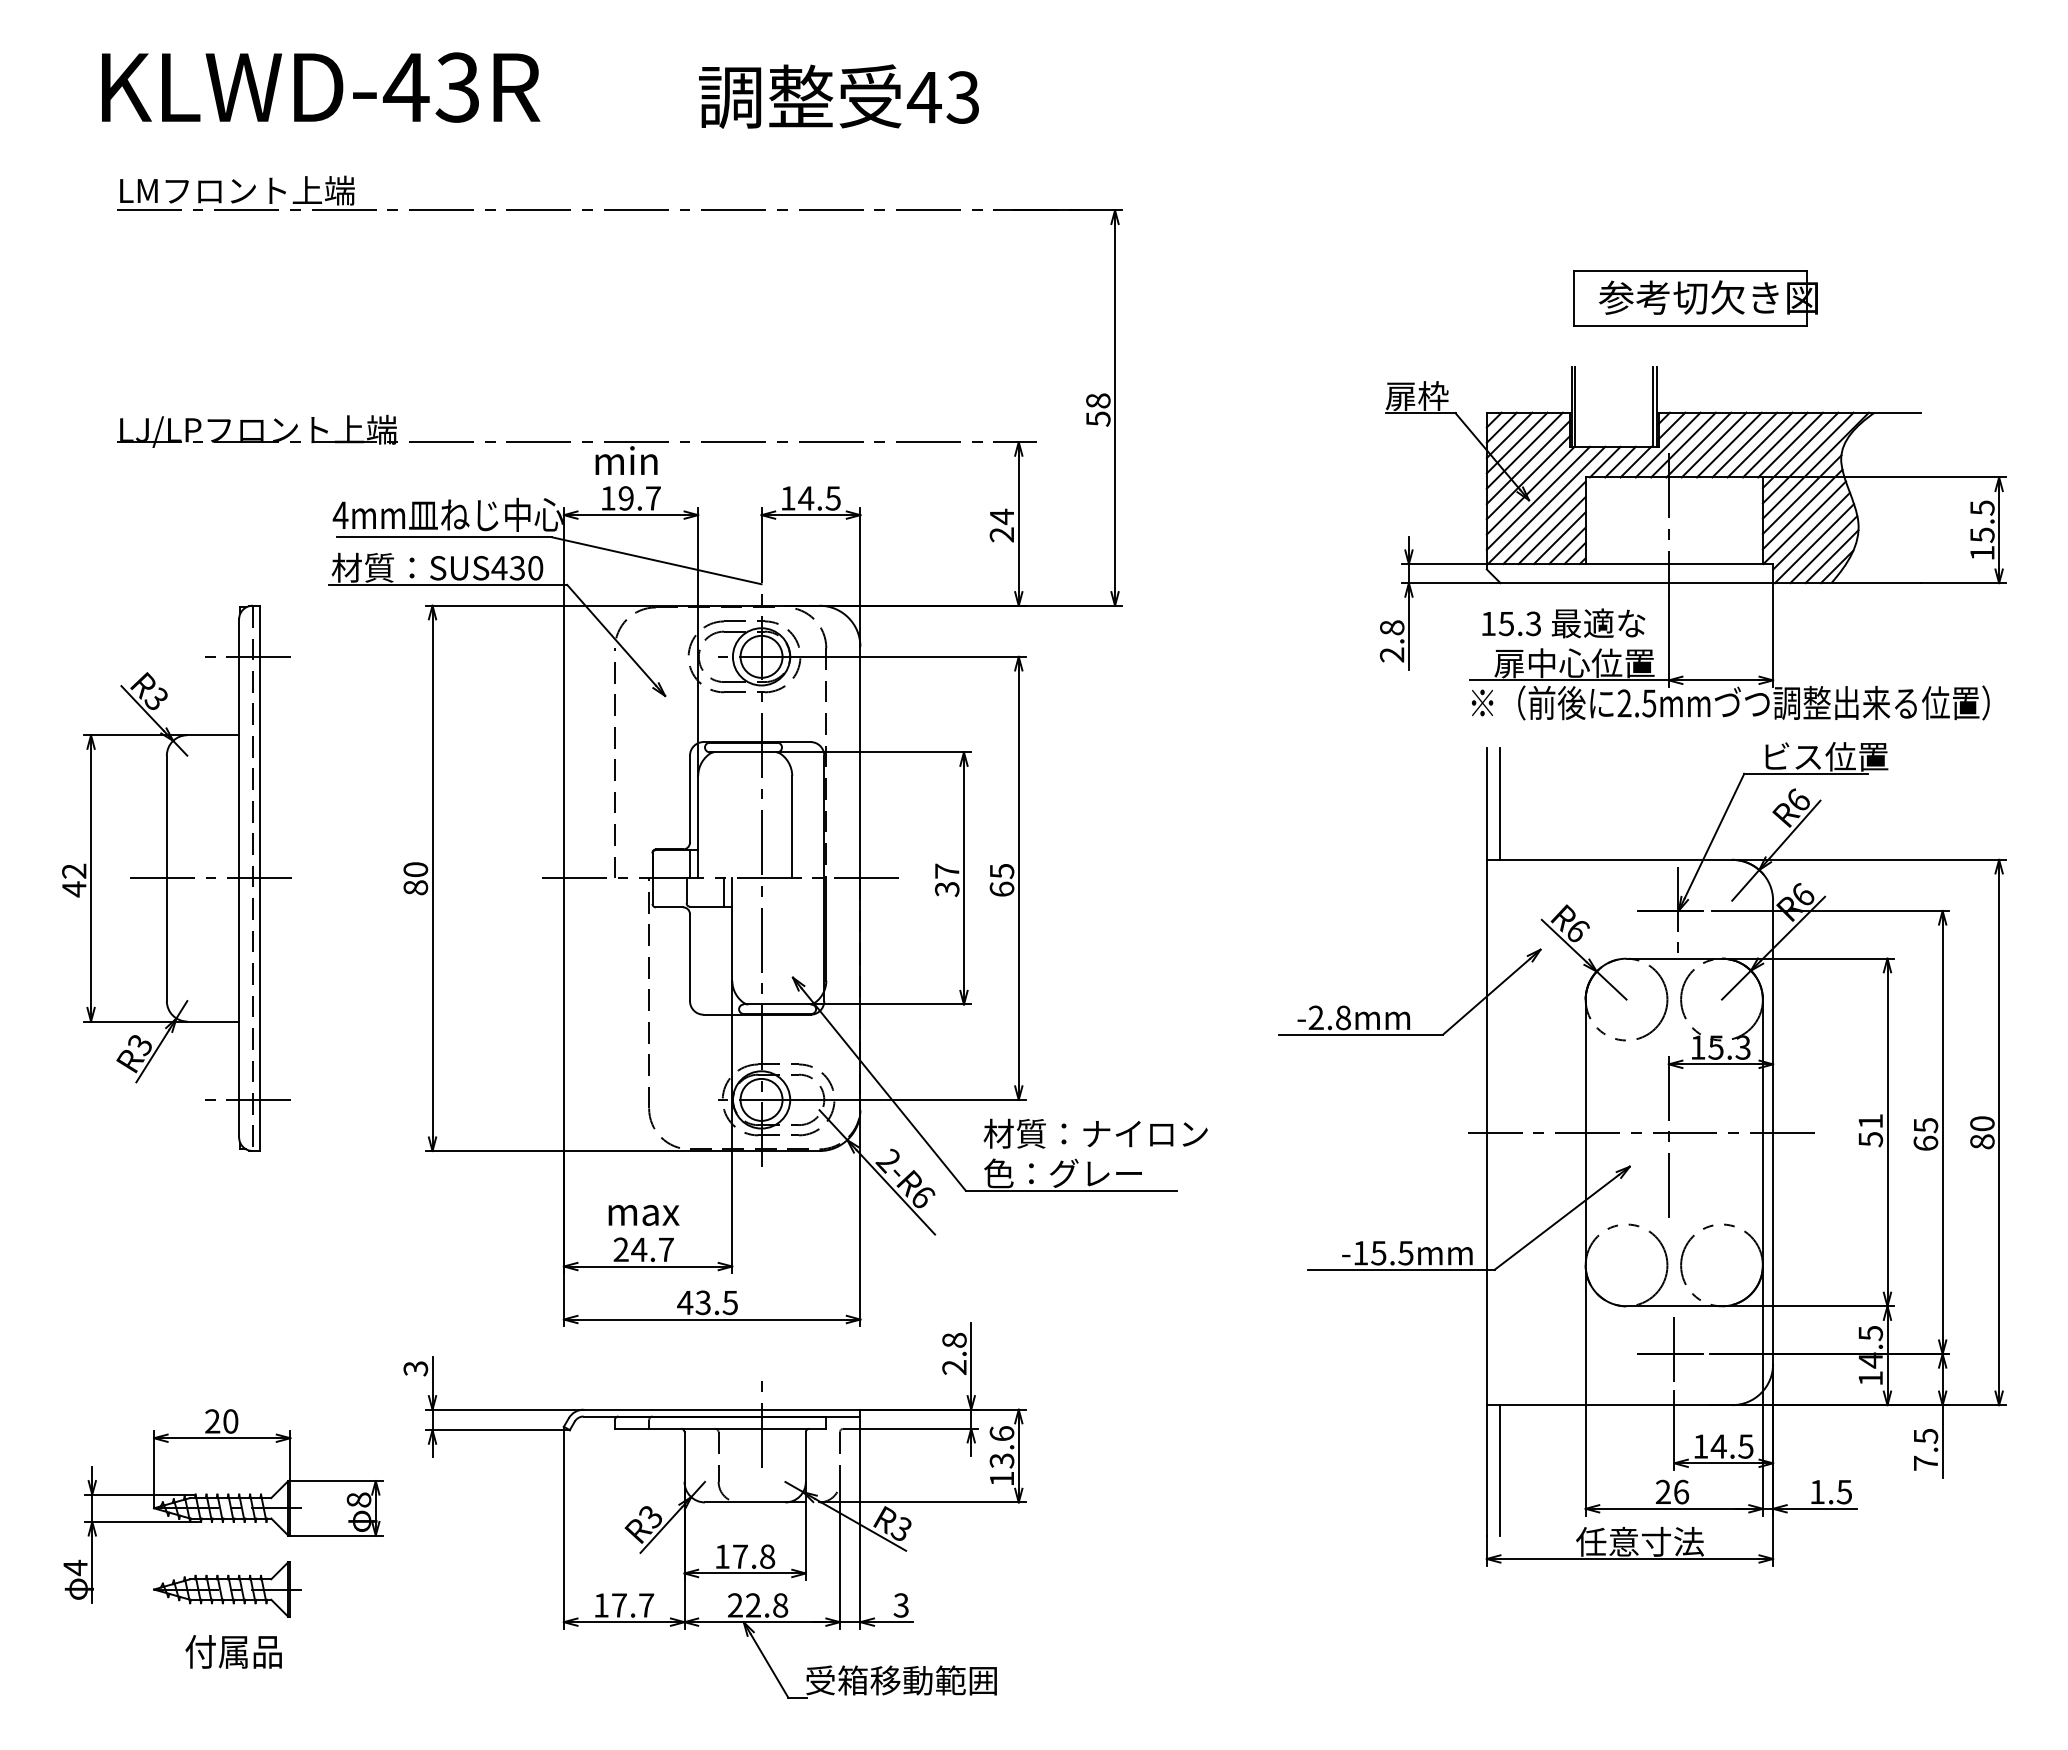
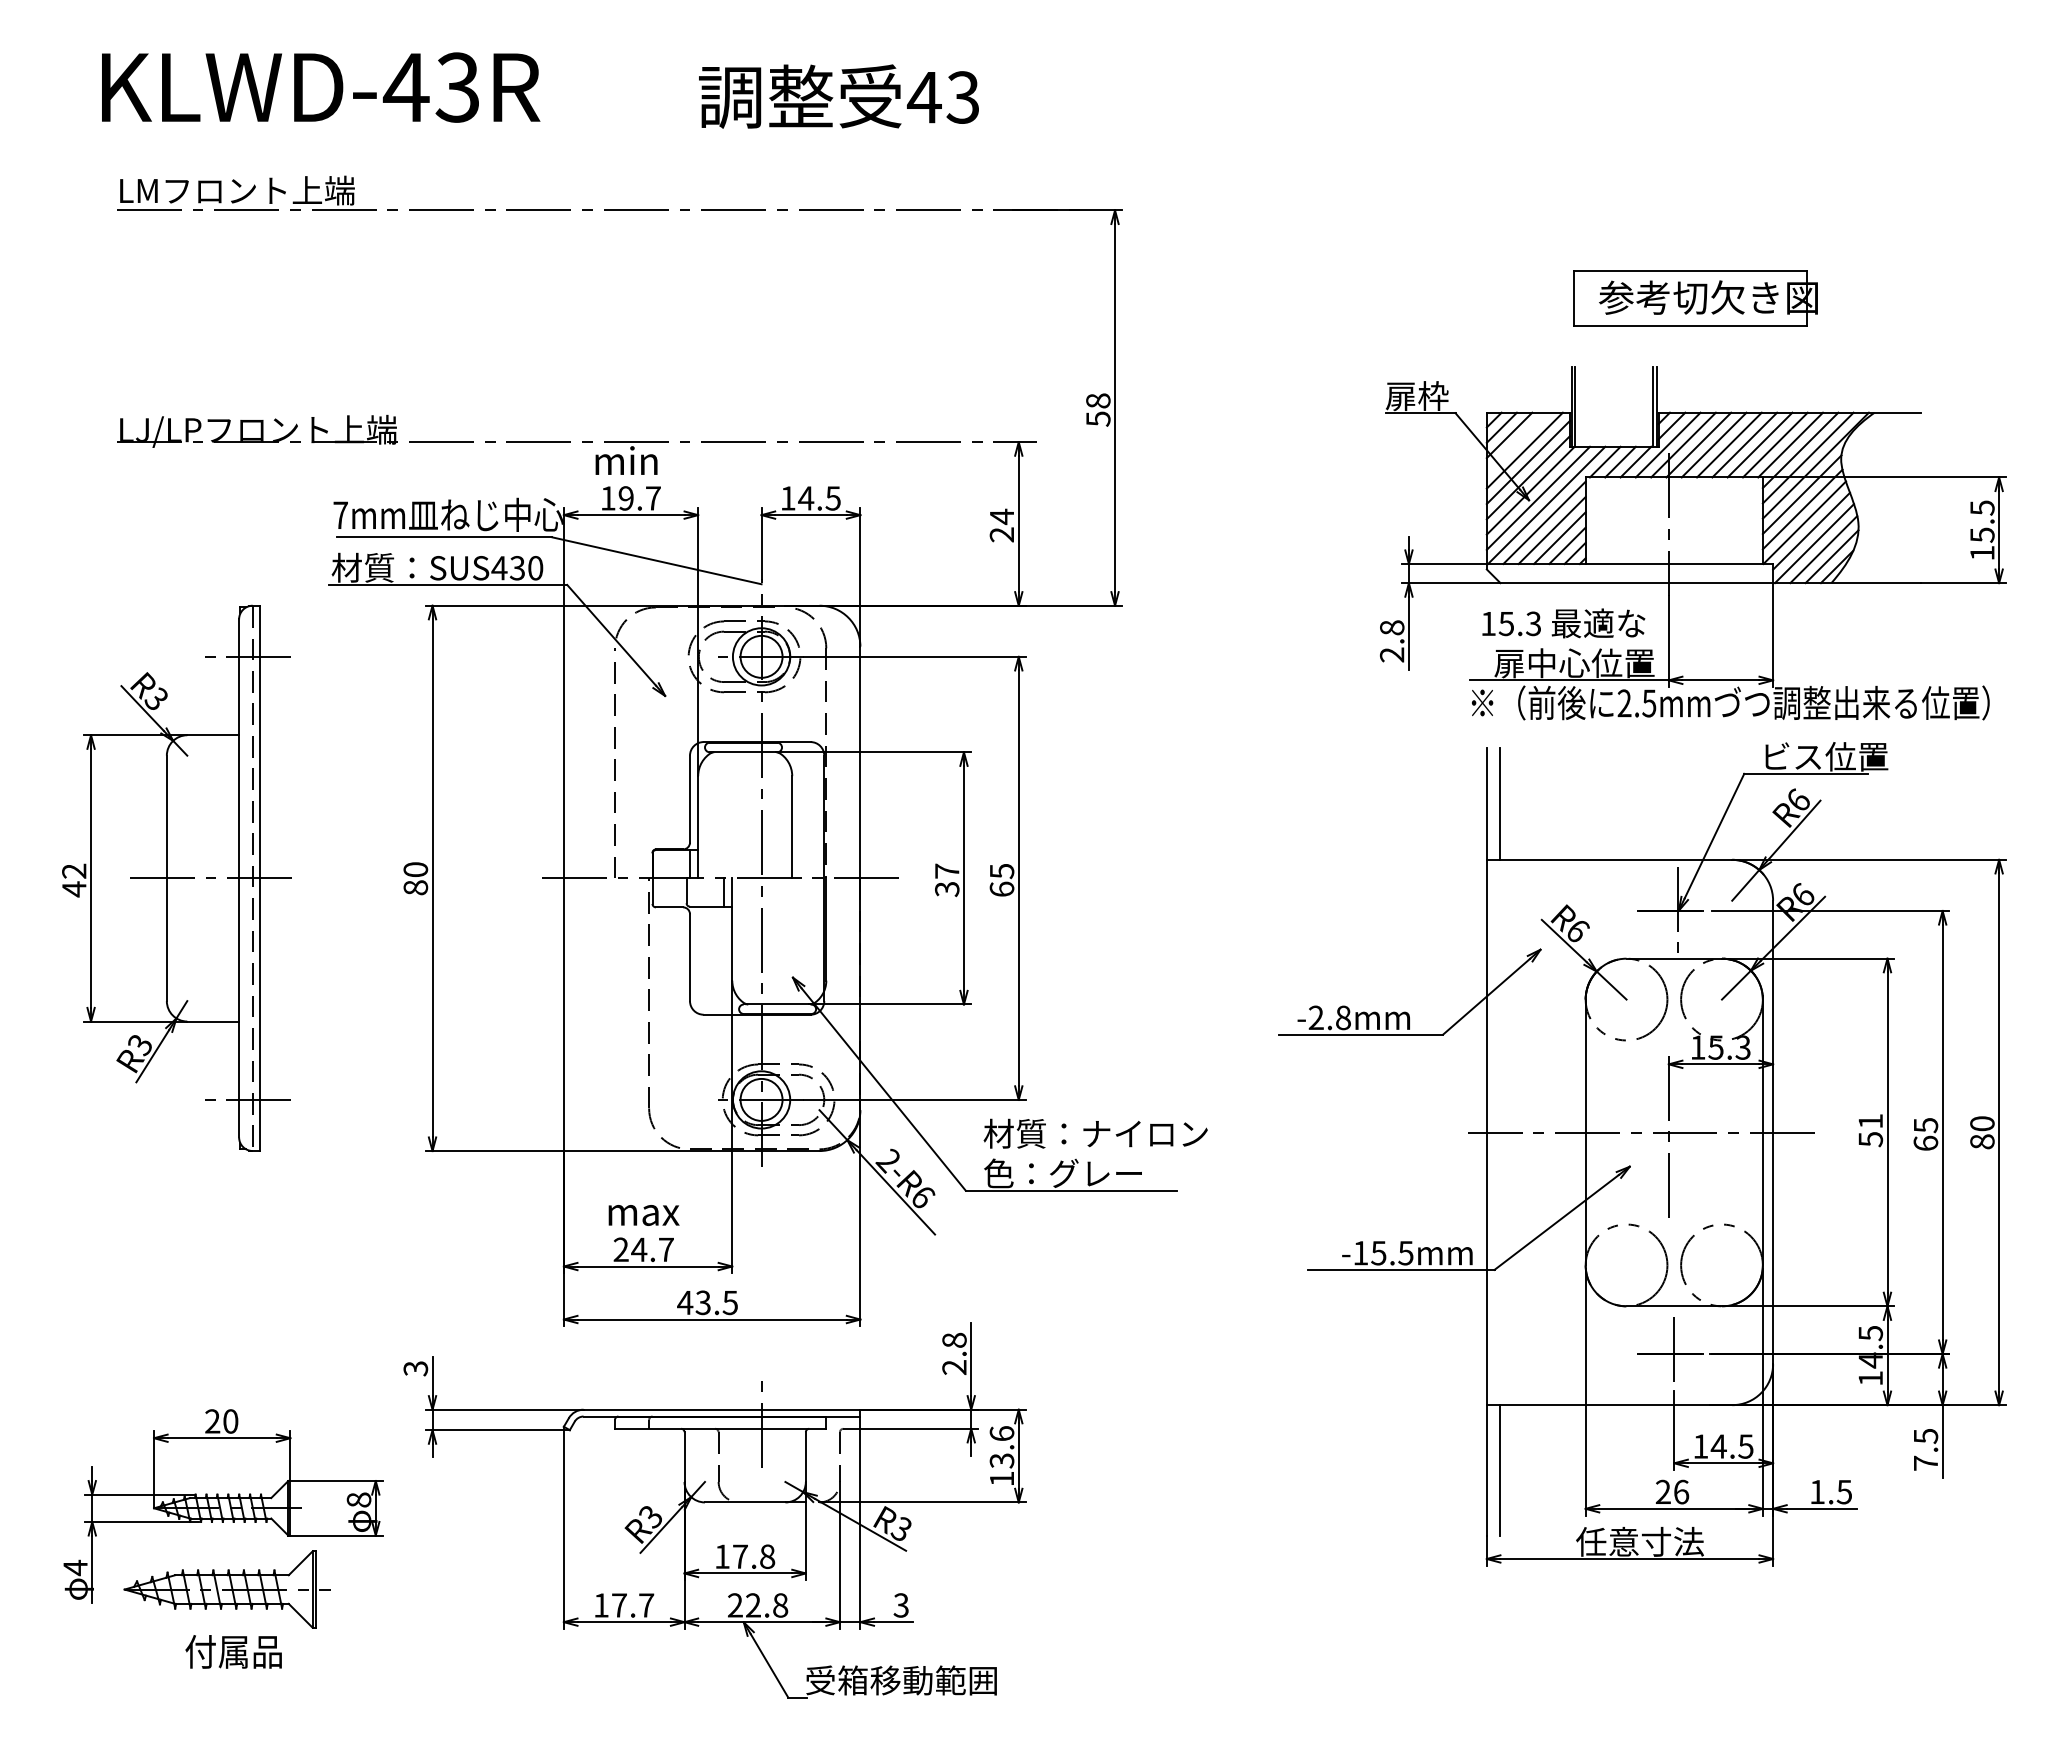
line at (1516, 442): present -> none
text at (340, 514): 4mm -> 7mm
part at (227, 1589) size: 149x57 px -> 208x79 px
